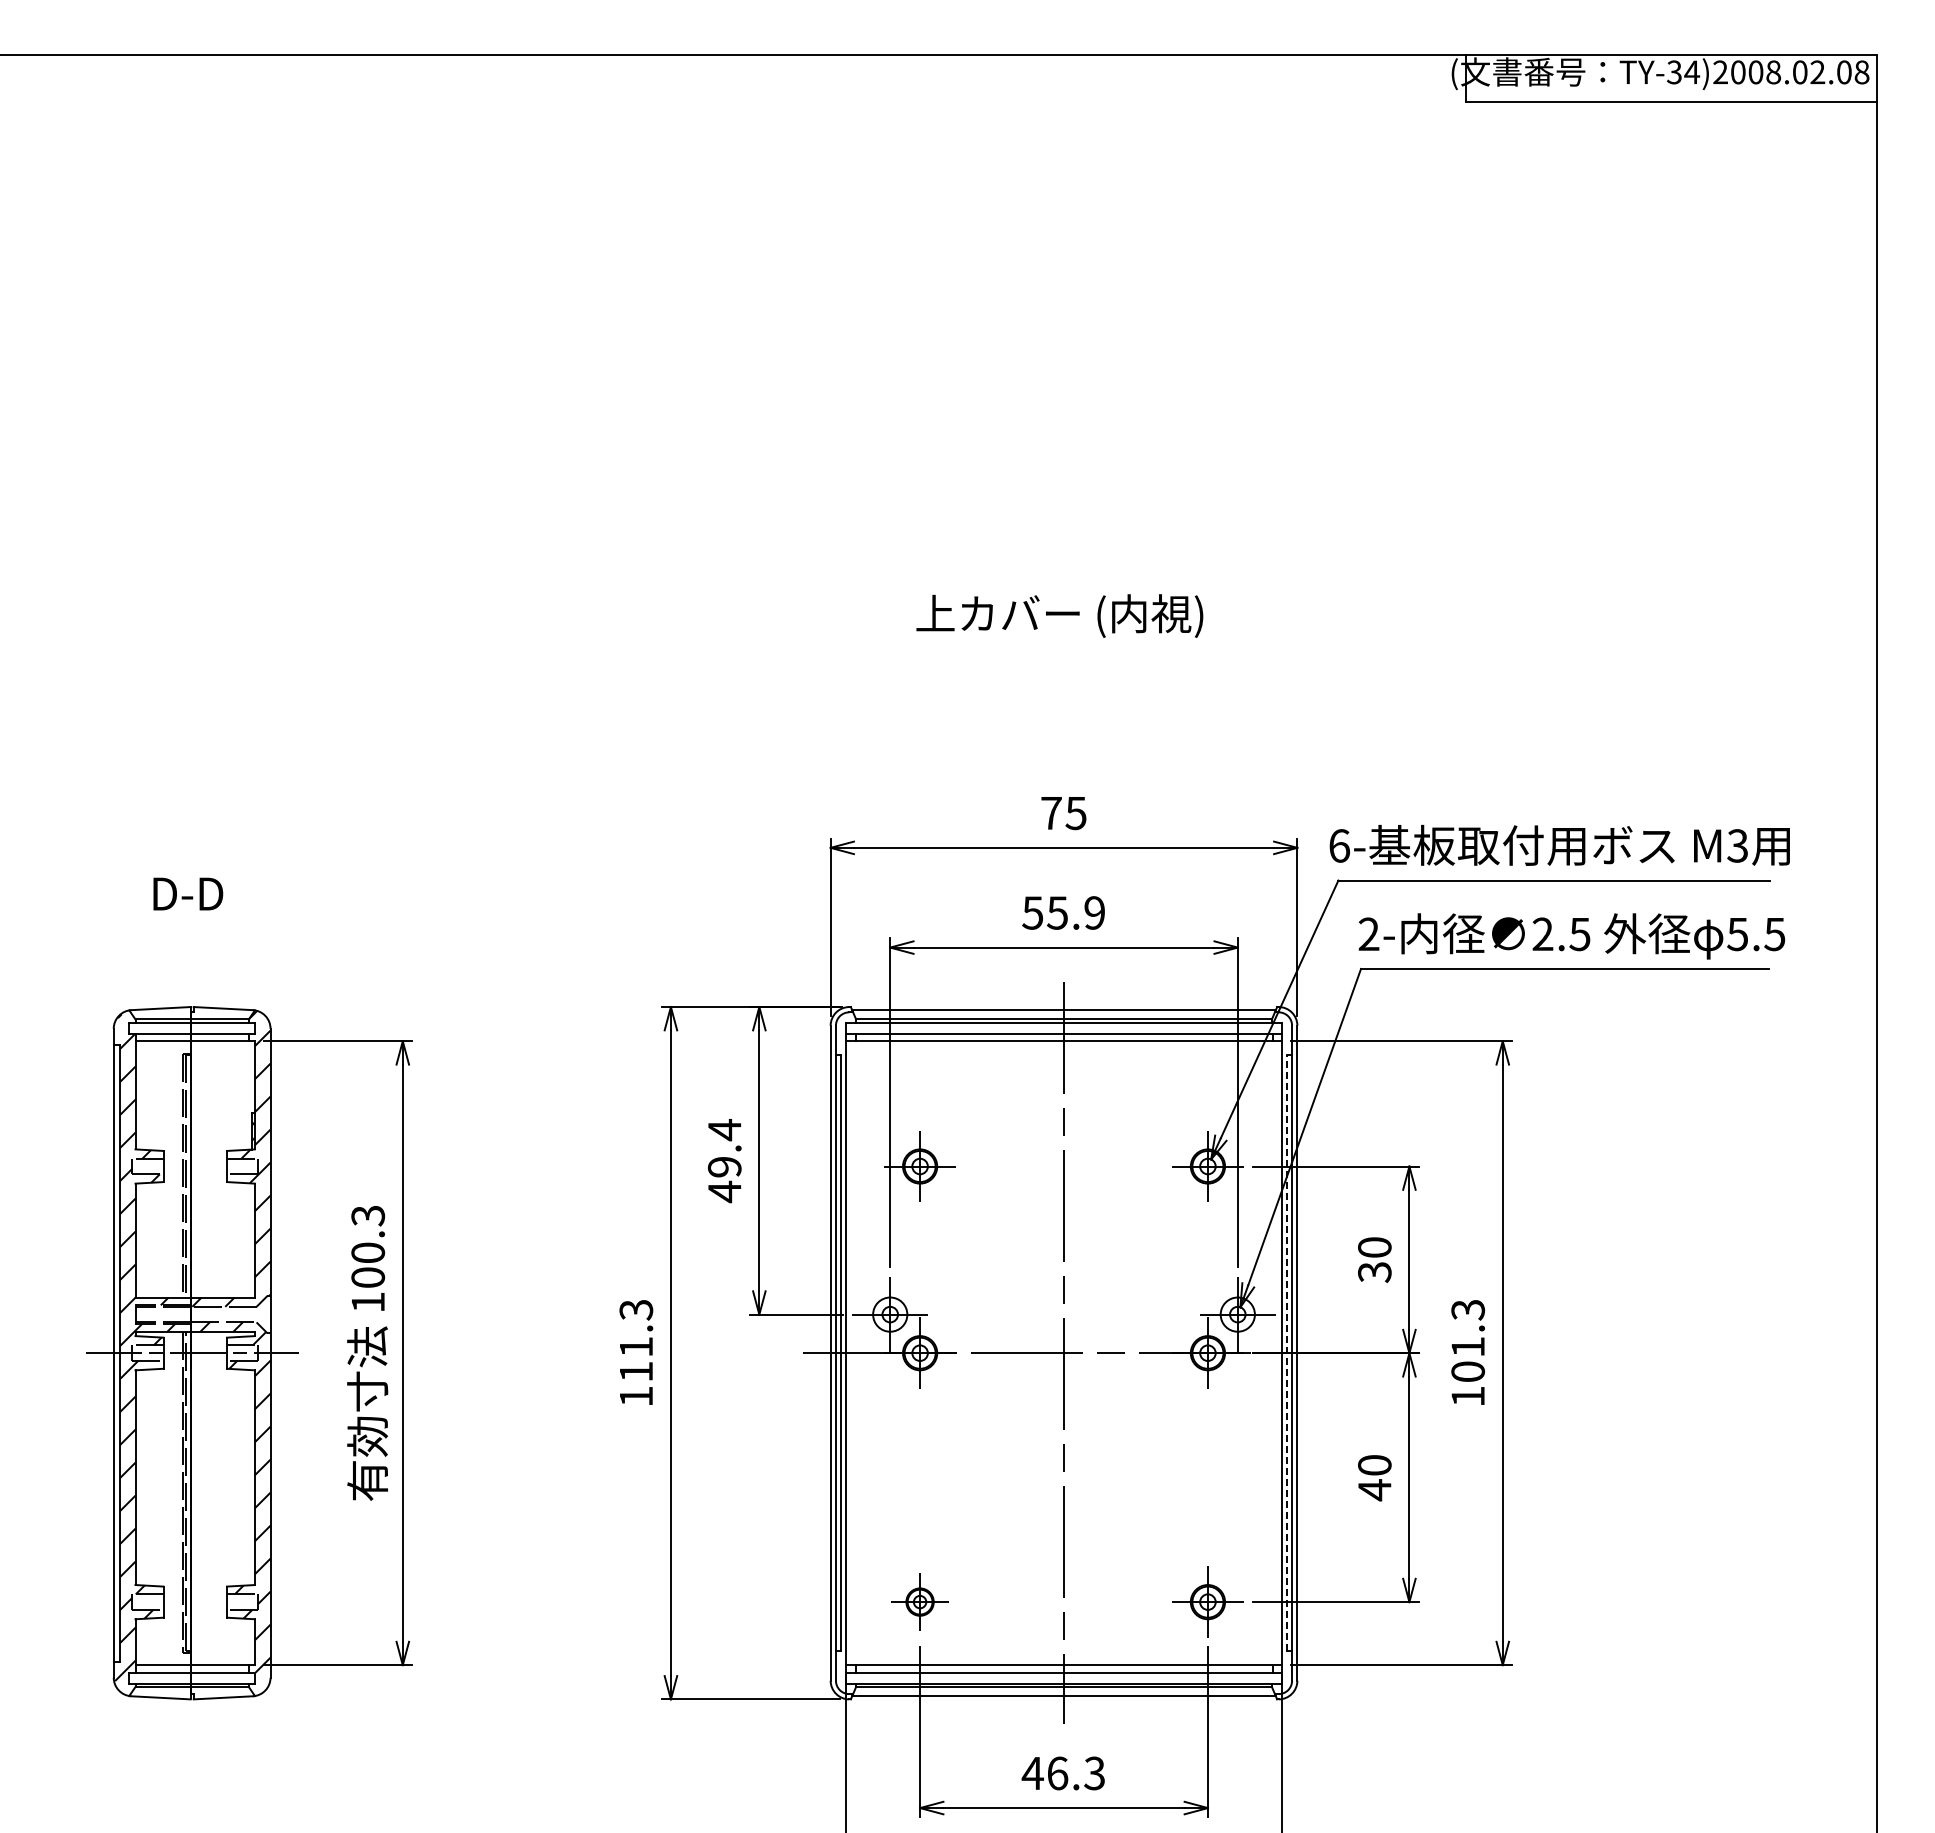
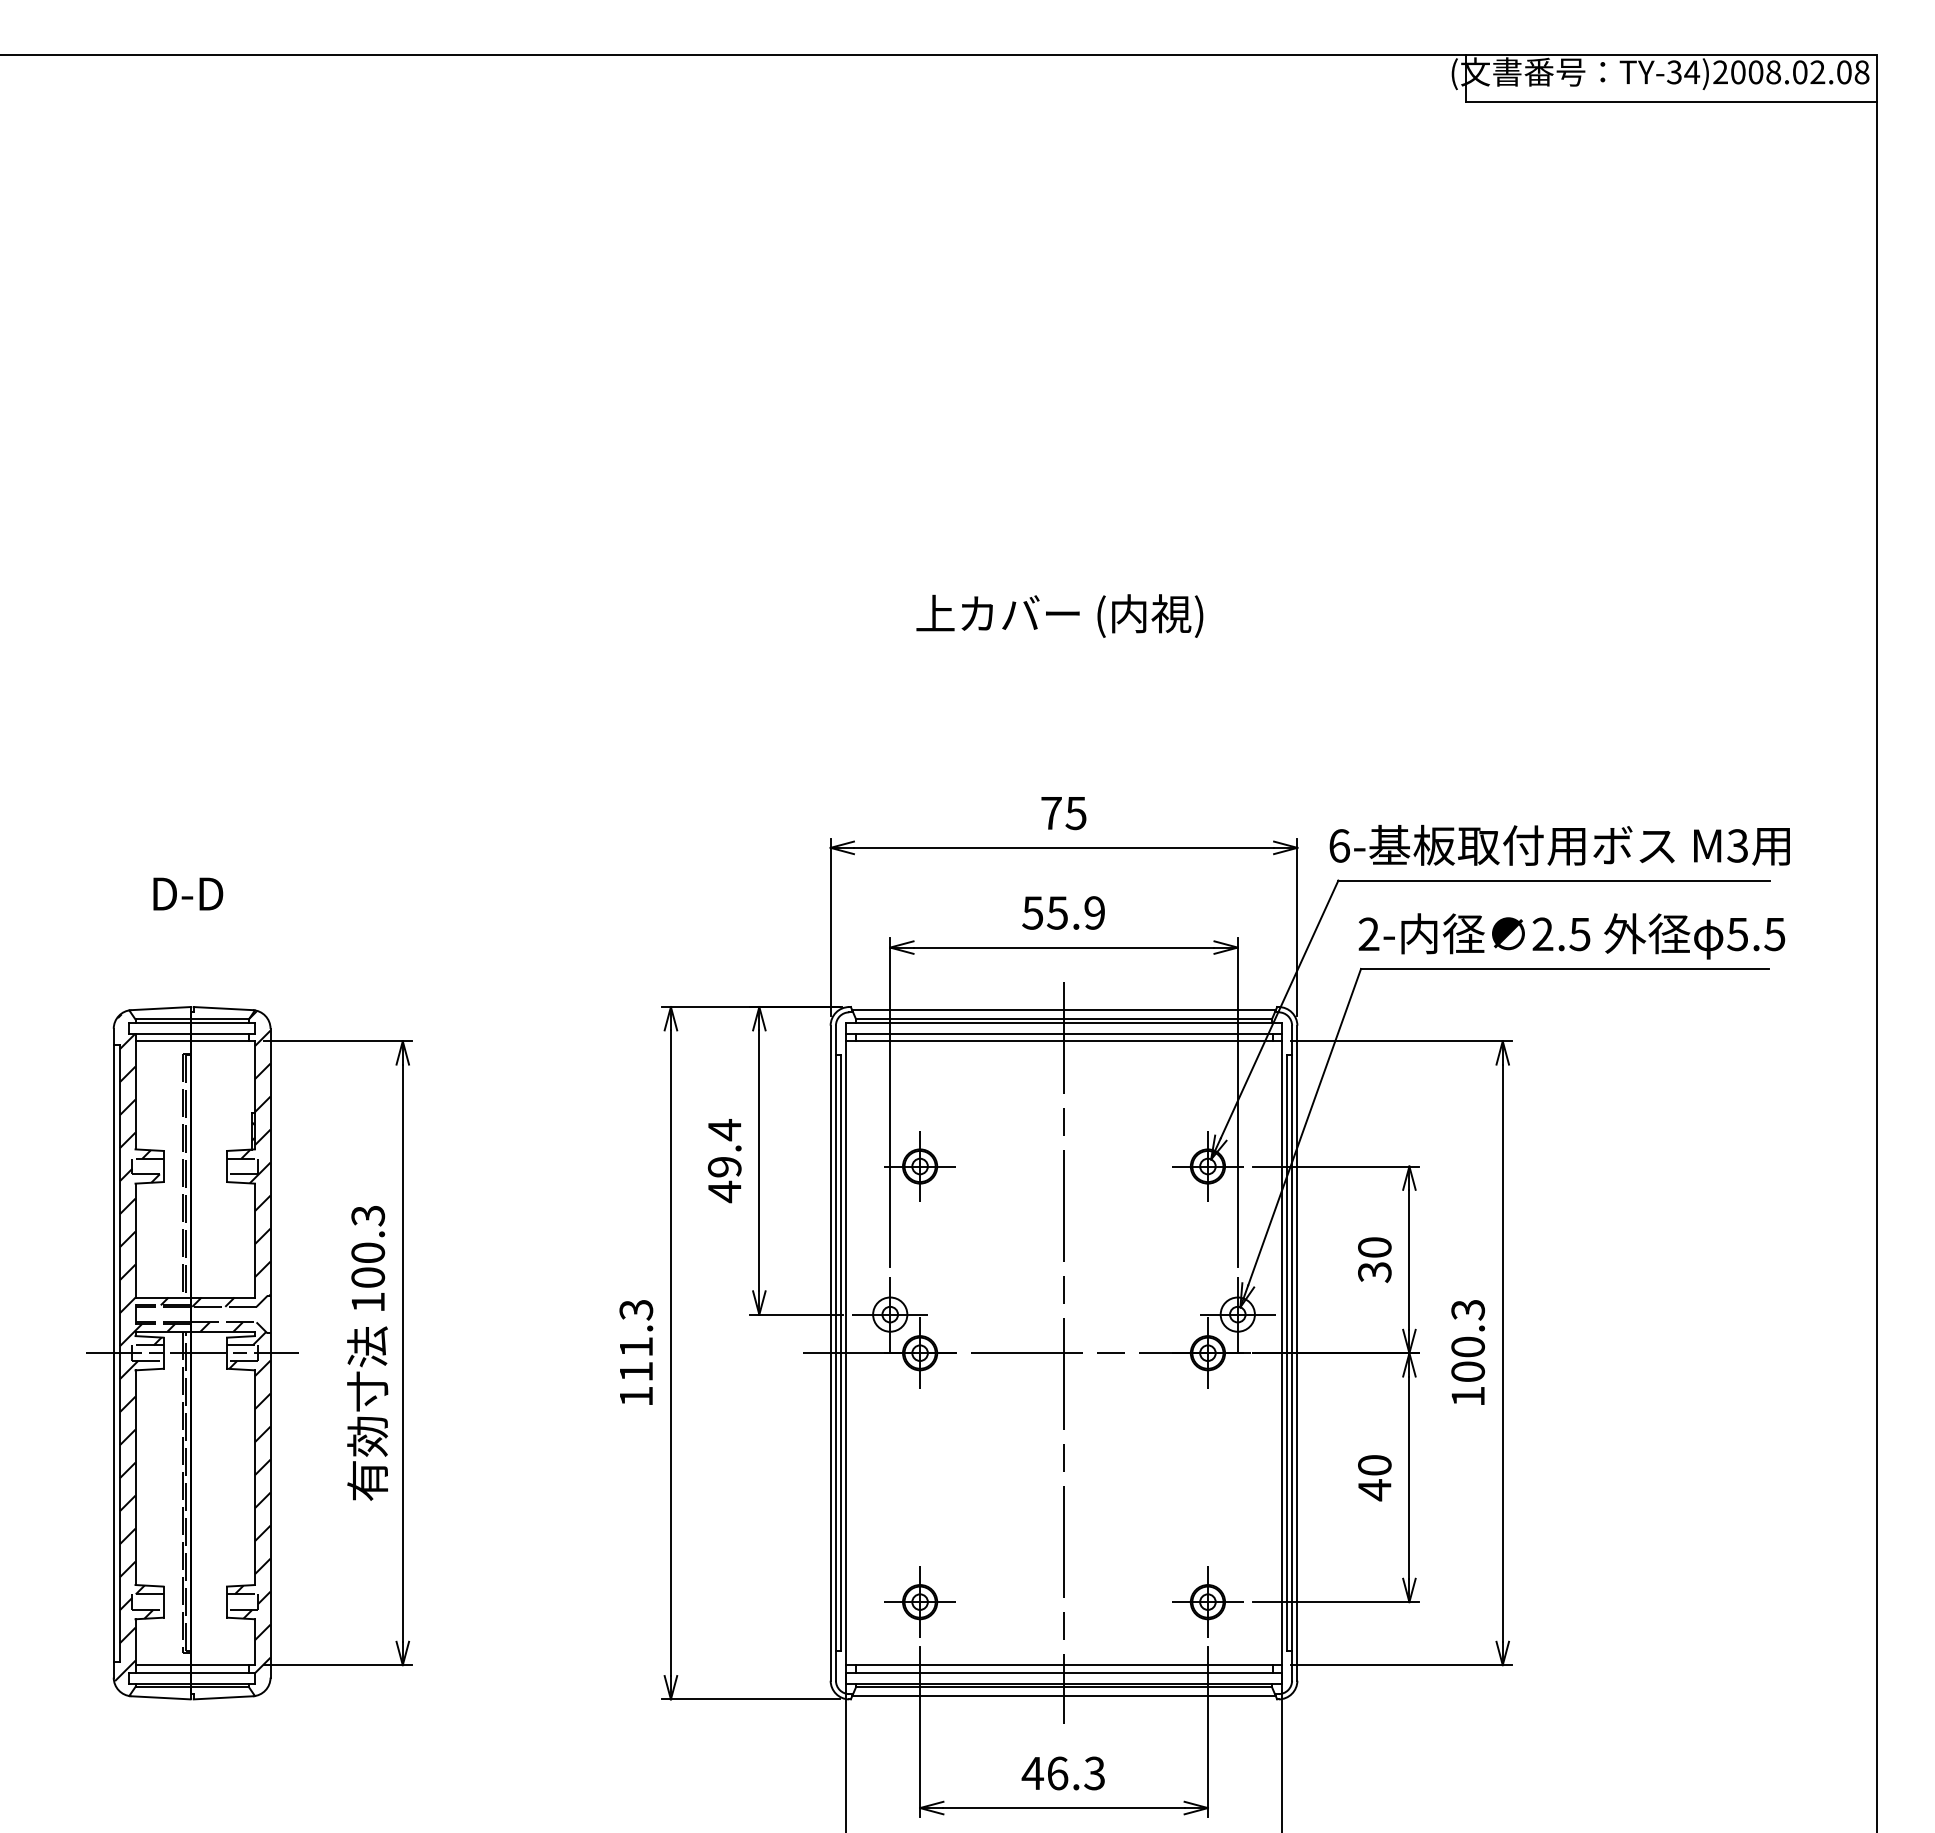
text at (1468, 1346): 101.3 -> 100.3
line at (1287, 1353): dashed -> solid
part at (919, 1601) size: 58x58 px -> 72x72 px
